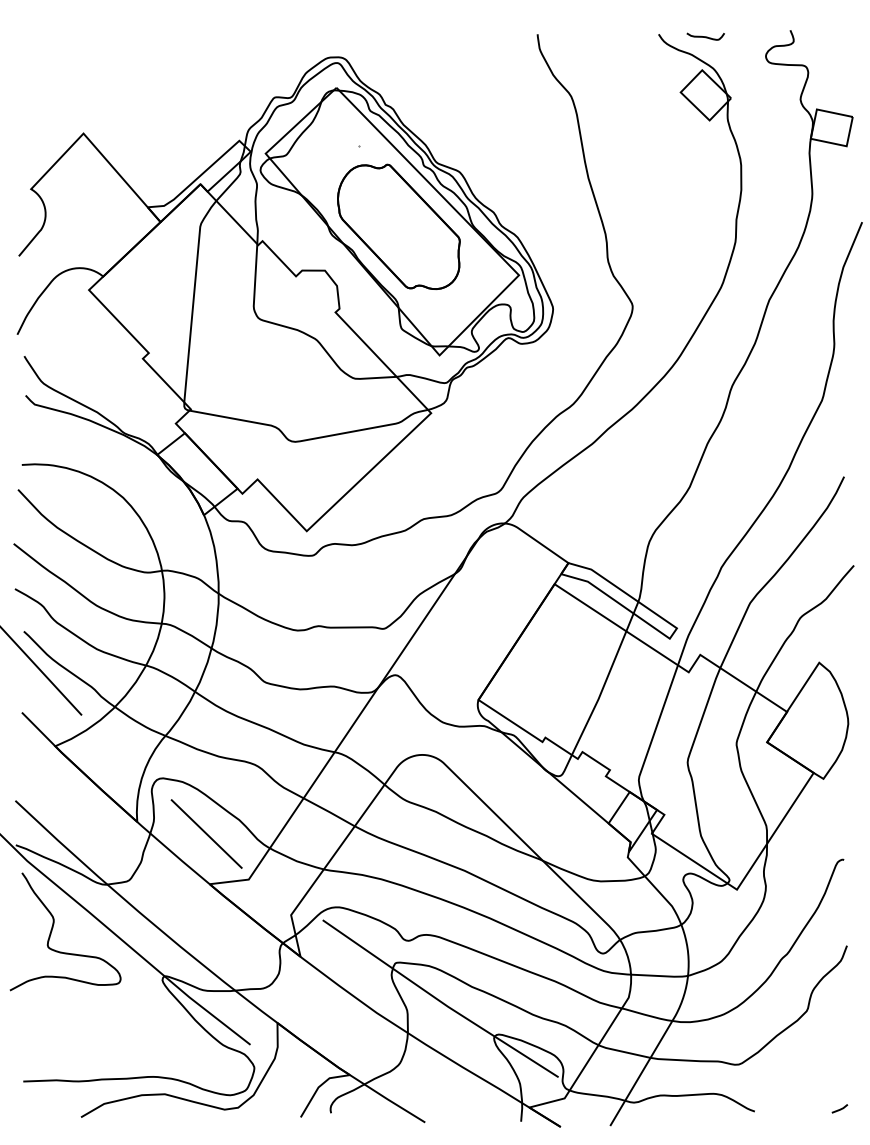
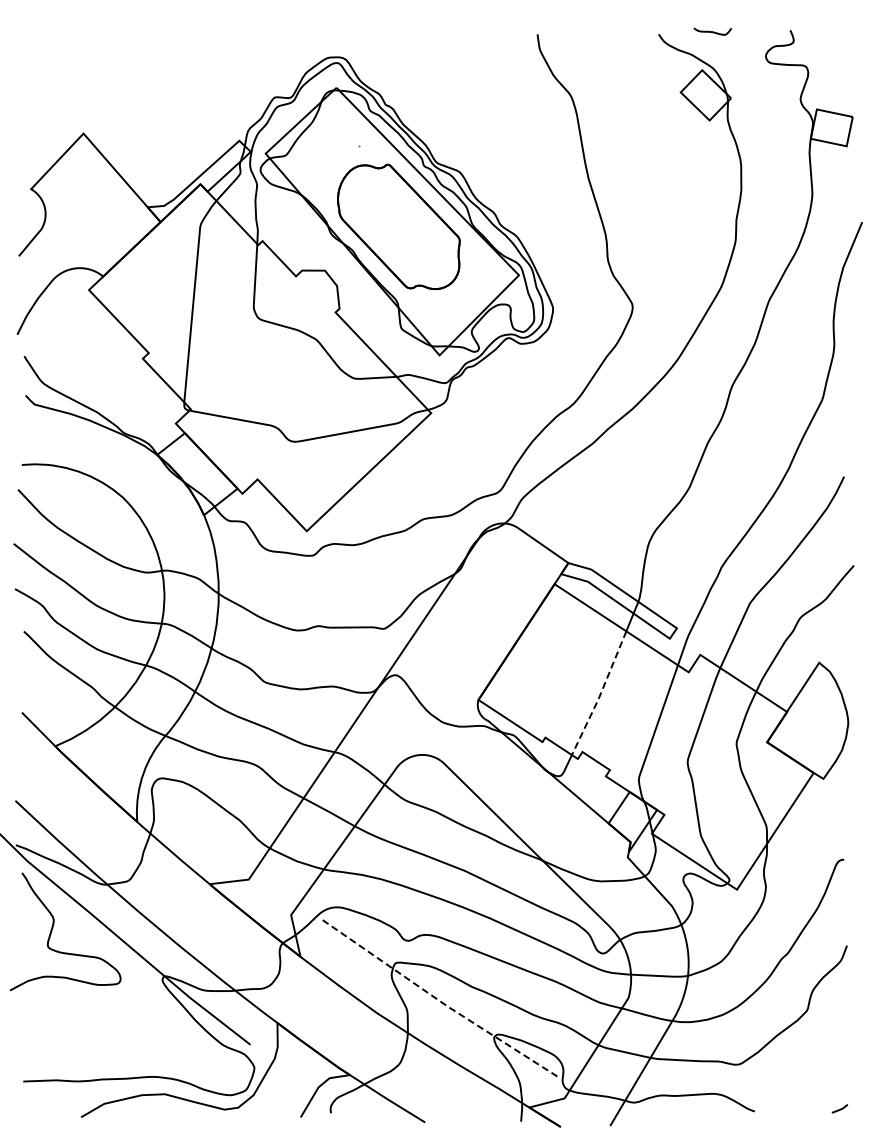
curve at (705, 36) position: (705, 36) -> (712, 31)
line at (41, 671): present -> none
line at (600, 694): solid -> dashed
line at (206, 833): present -> none
line at (439, 1001): solid -> dashed
